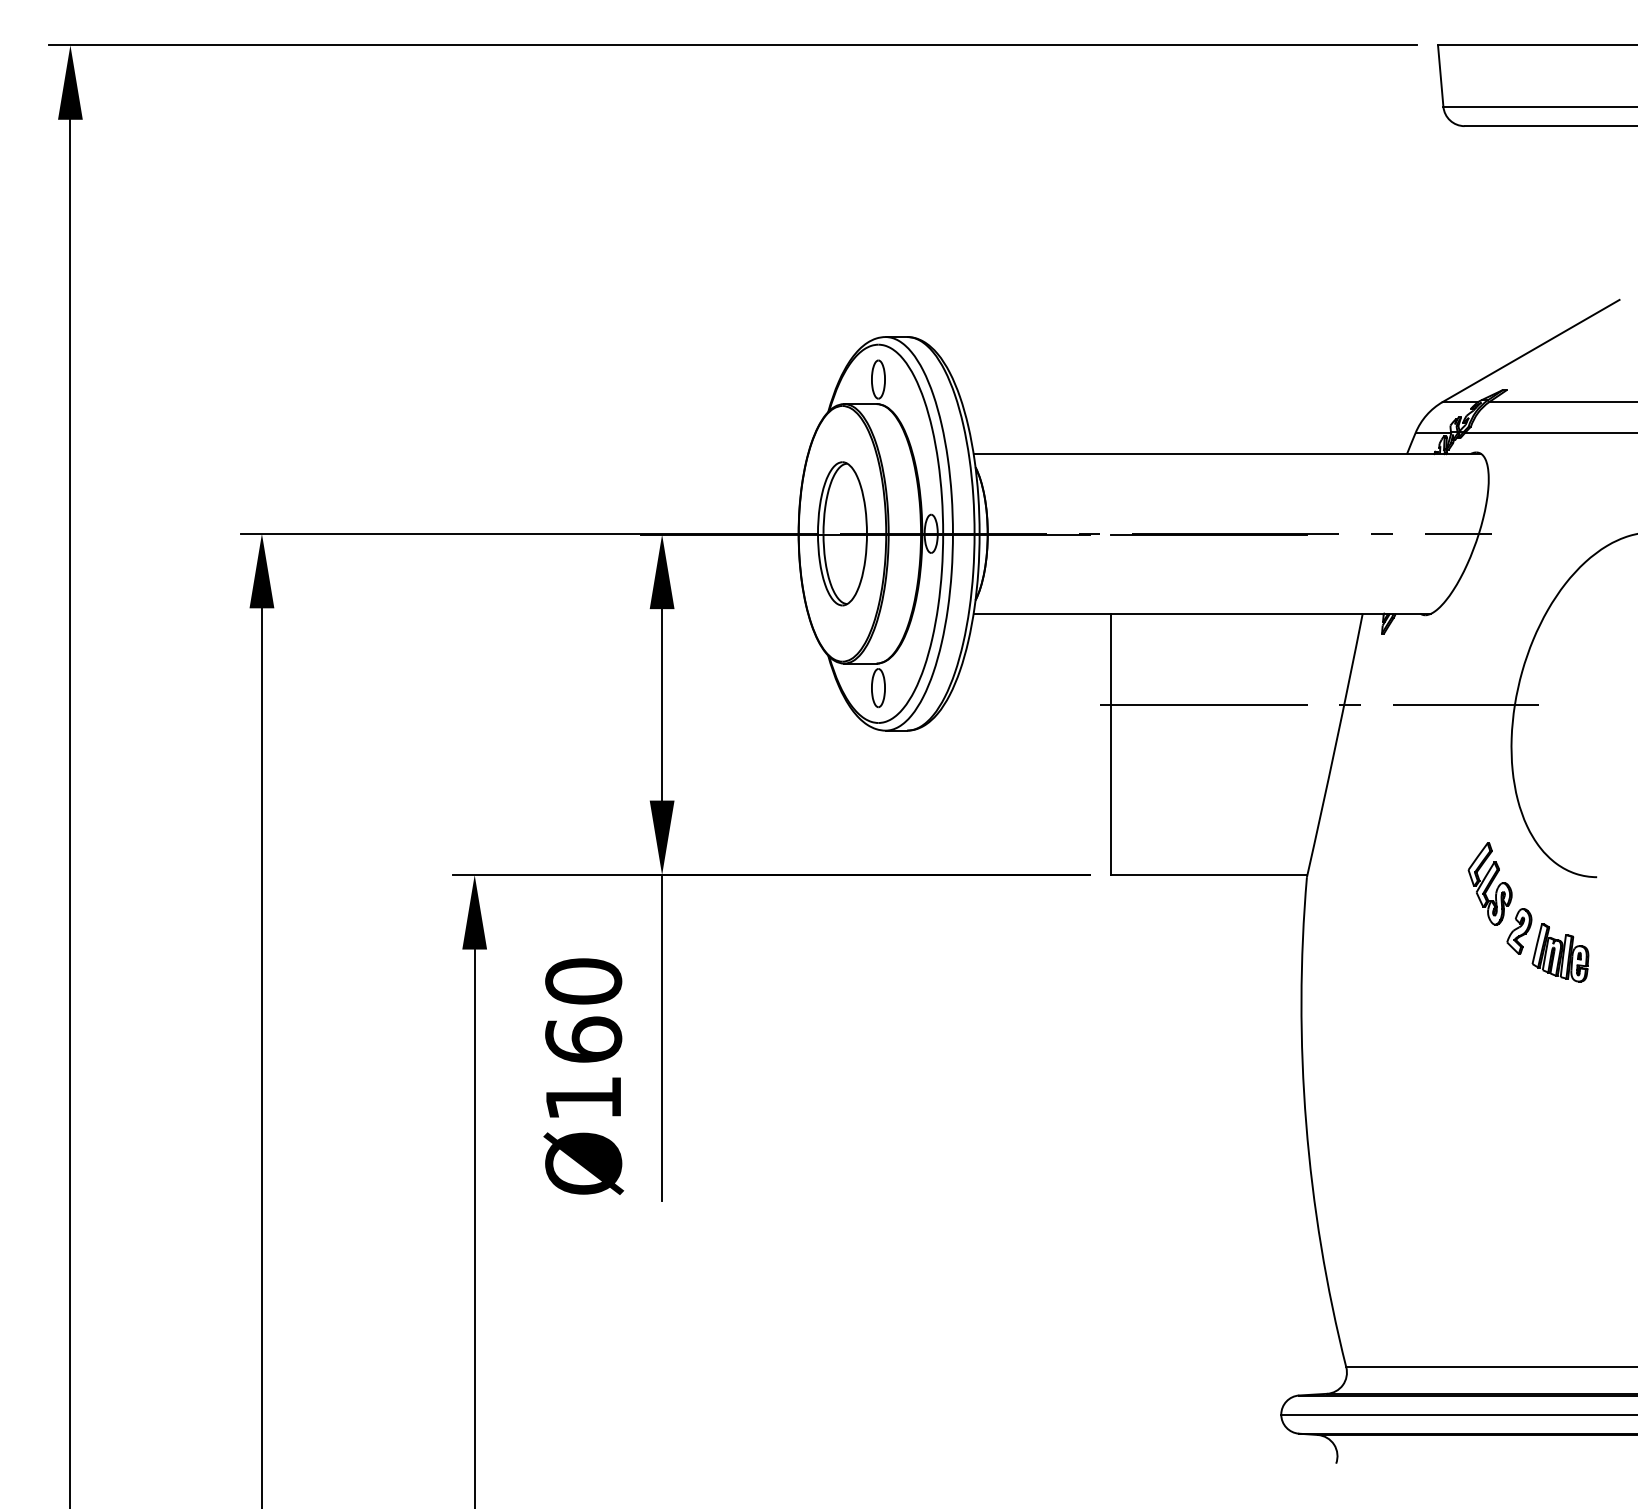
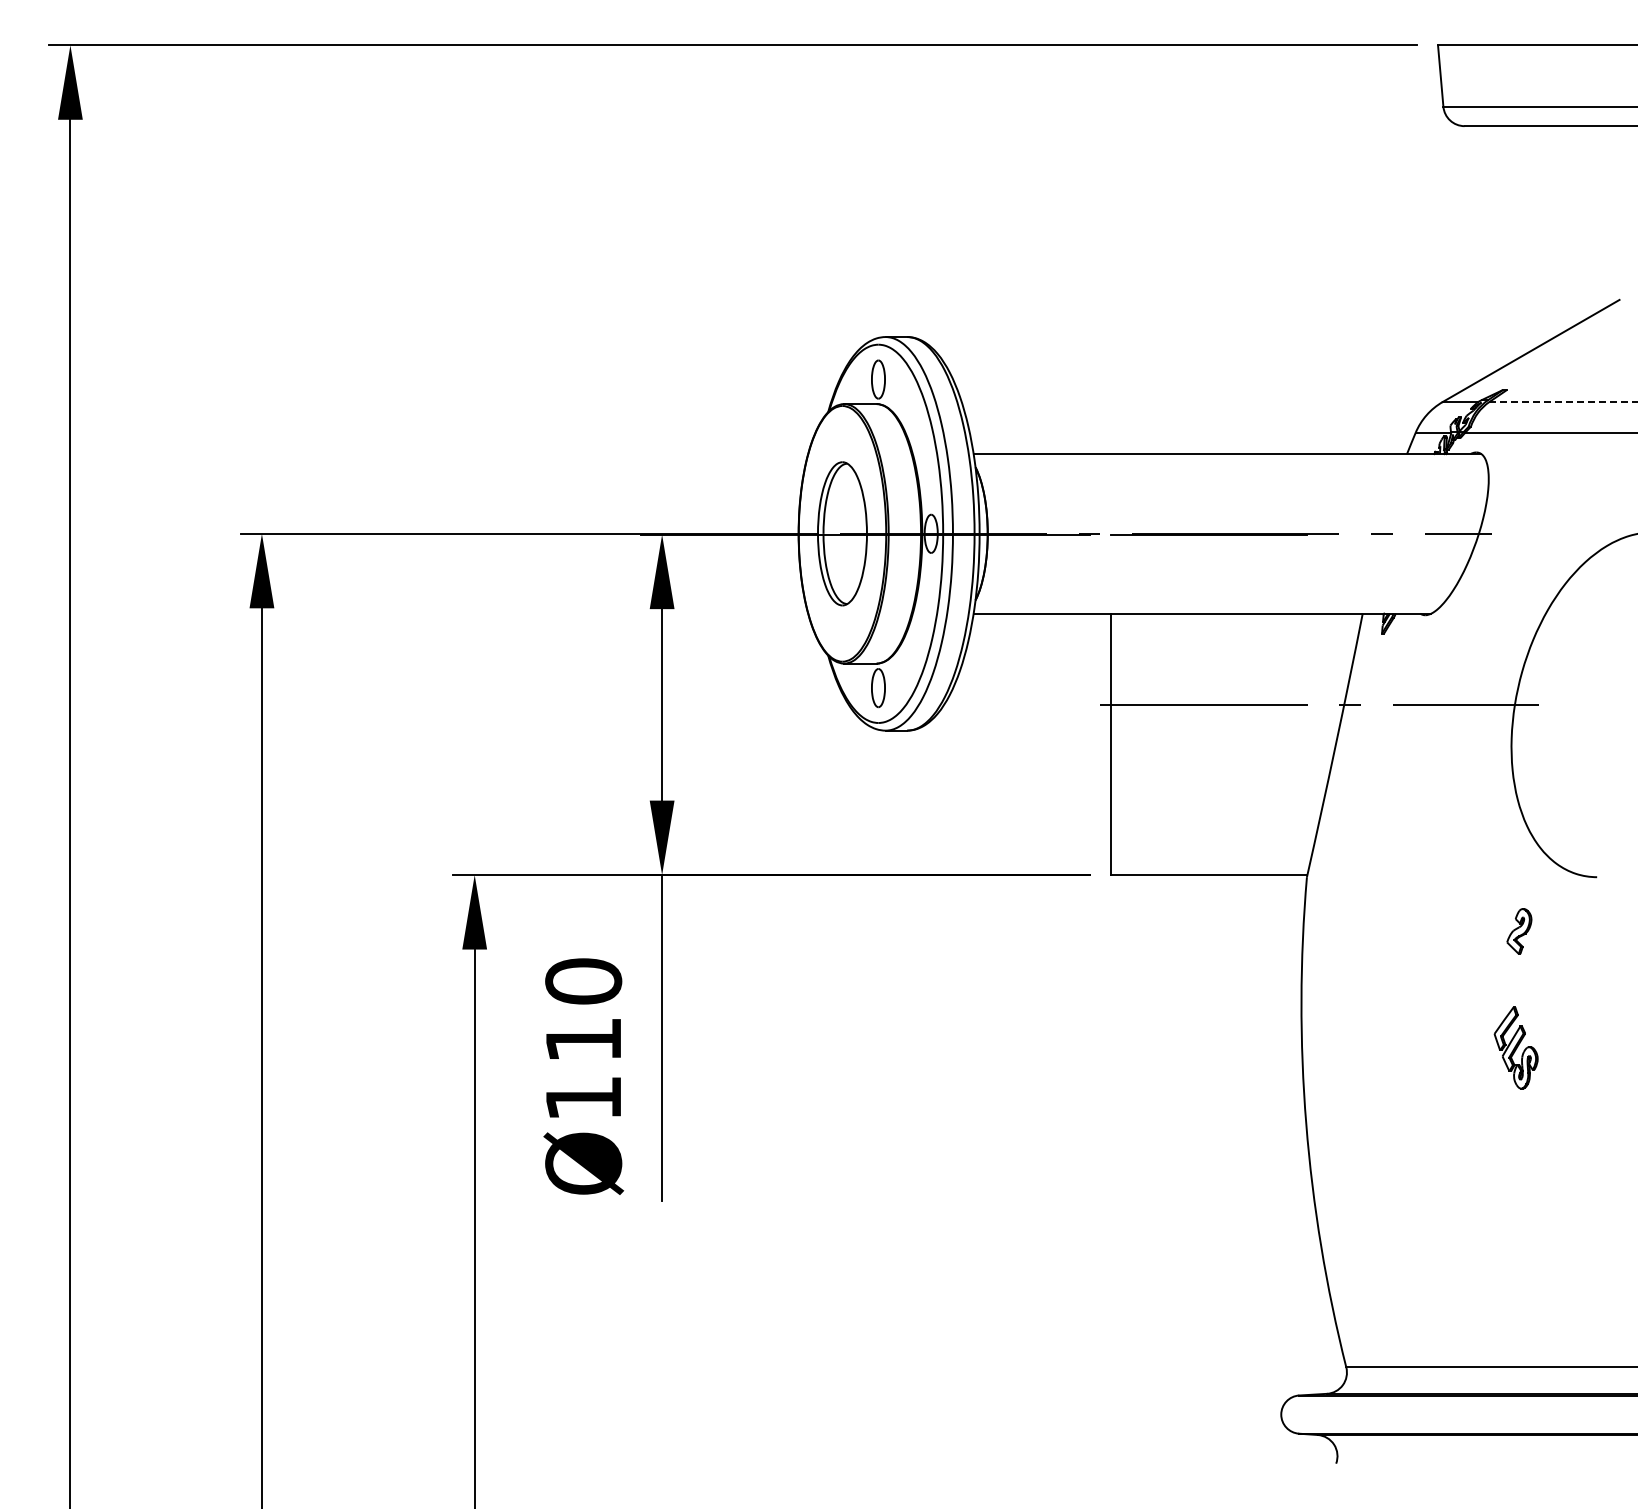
line at (1563, 402): solid -> dashed
part at (1489, 883) position: (1489, 883) -> (1515, 1047)
part at (1560, 952): present -> none
text at (583, 1039): Ø160 -> Ø110
line at (1457, 1414): present -> none
